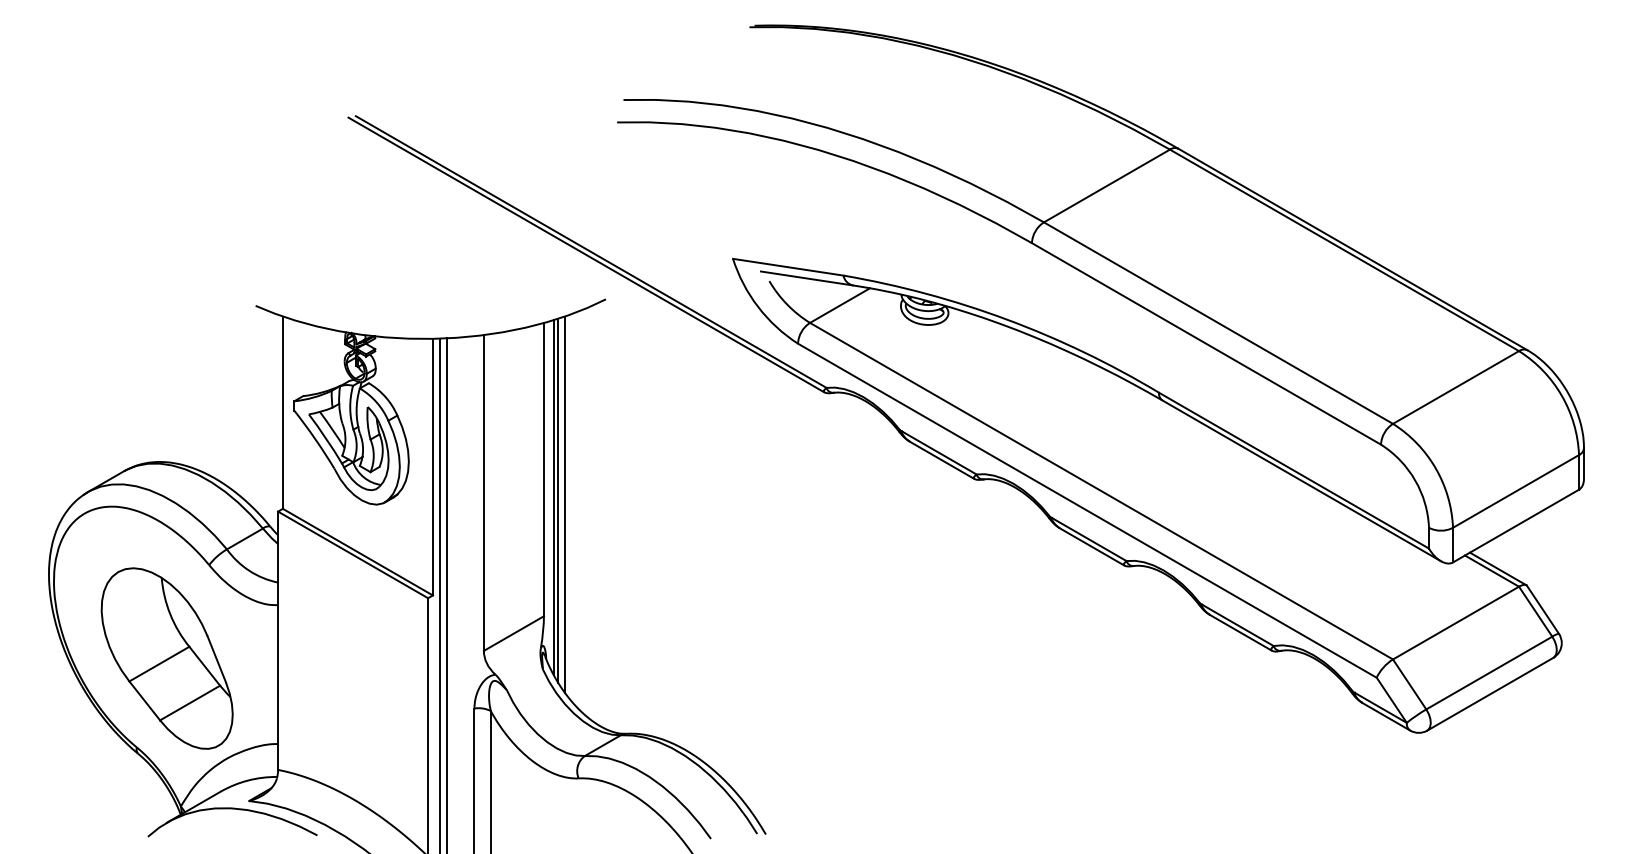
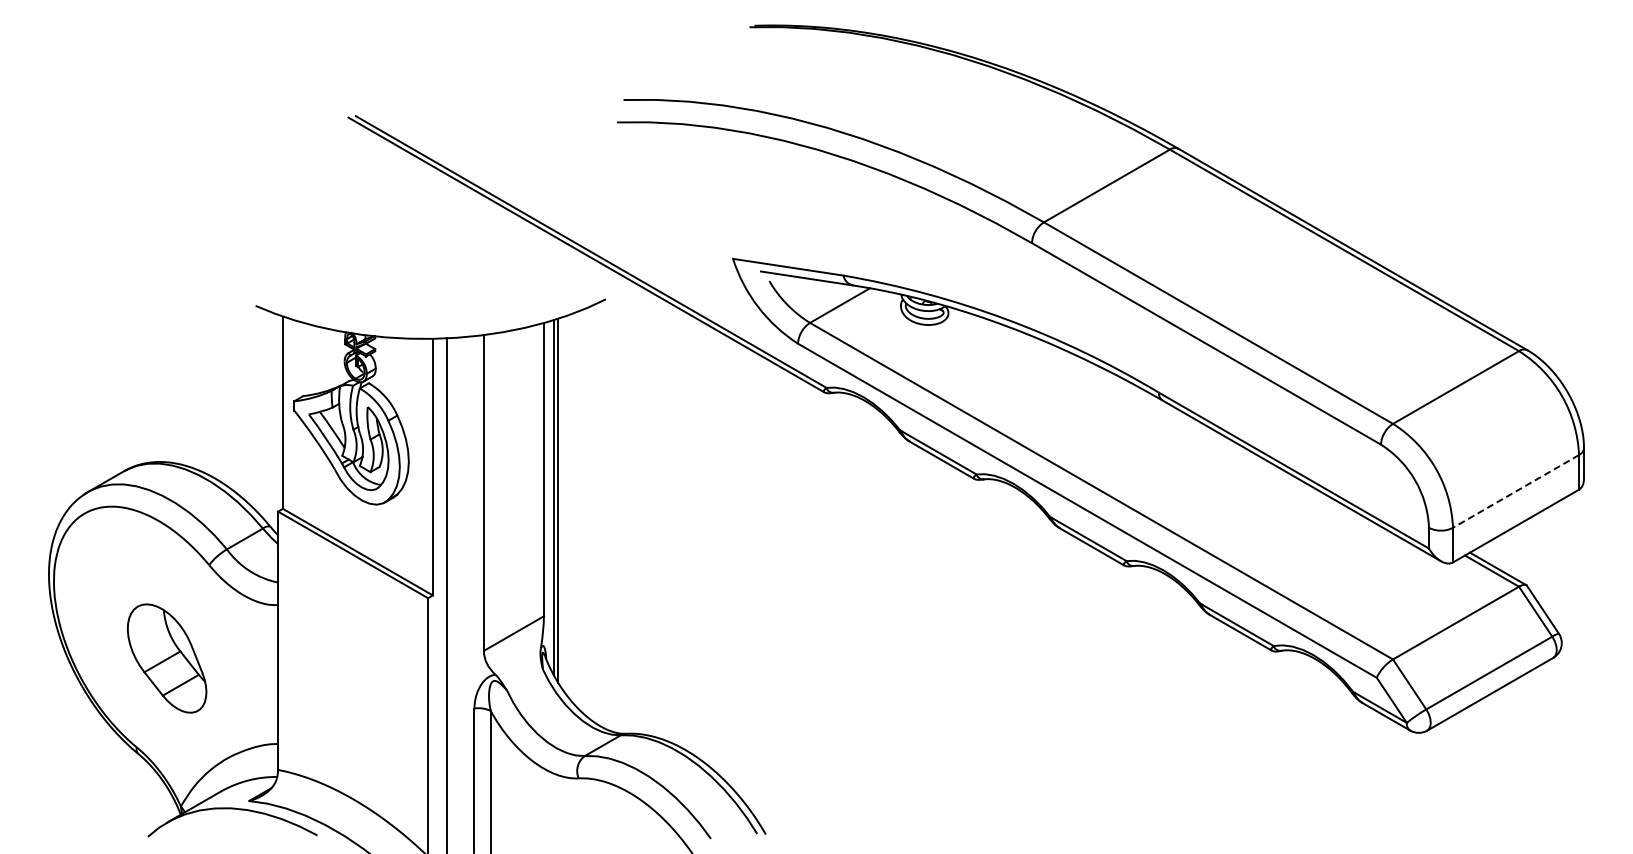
line at (1516, 491): solid -> dashed
line at (564, 504): present -> none
line at (439, 594): present -> none
part at (166, 658) size: 134x183 px -> 82x111 px
